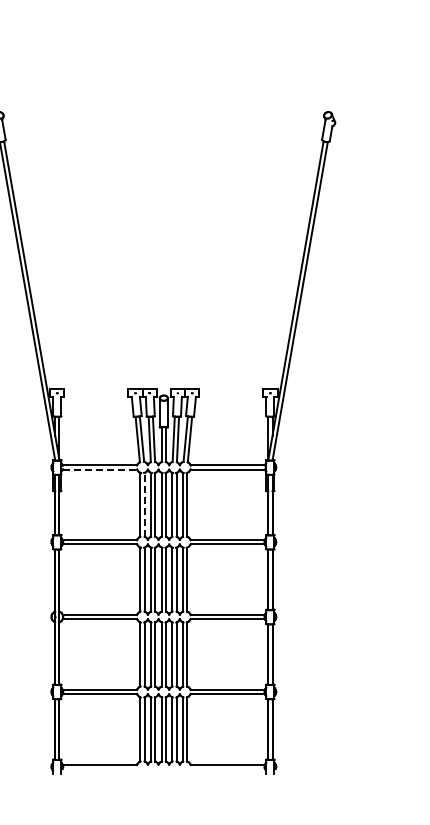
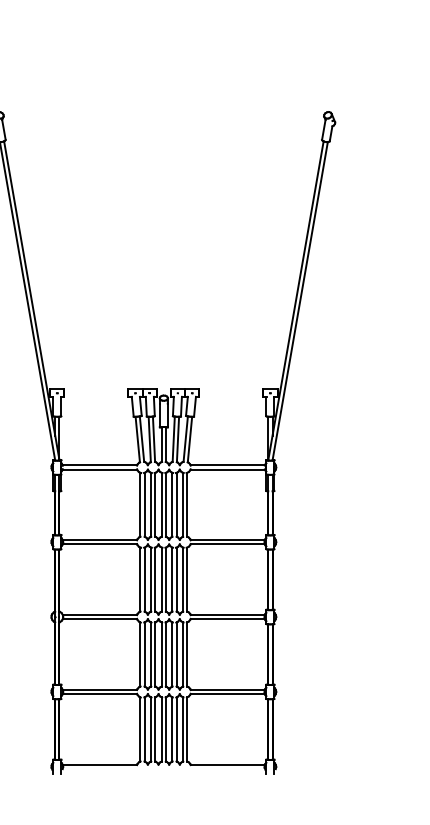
line at (100, 469): dashed -> solid
line at (144, 504): dashed -> solid
